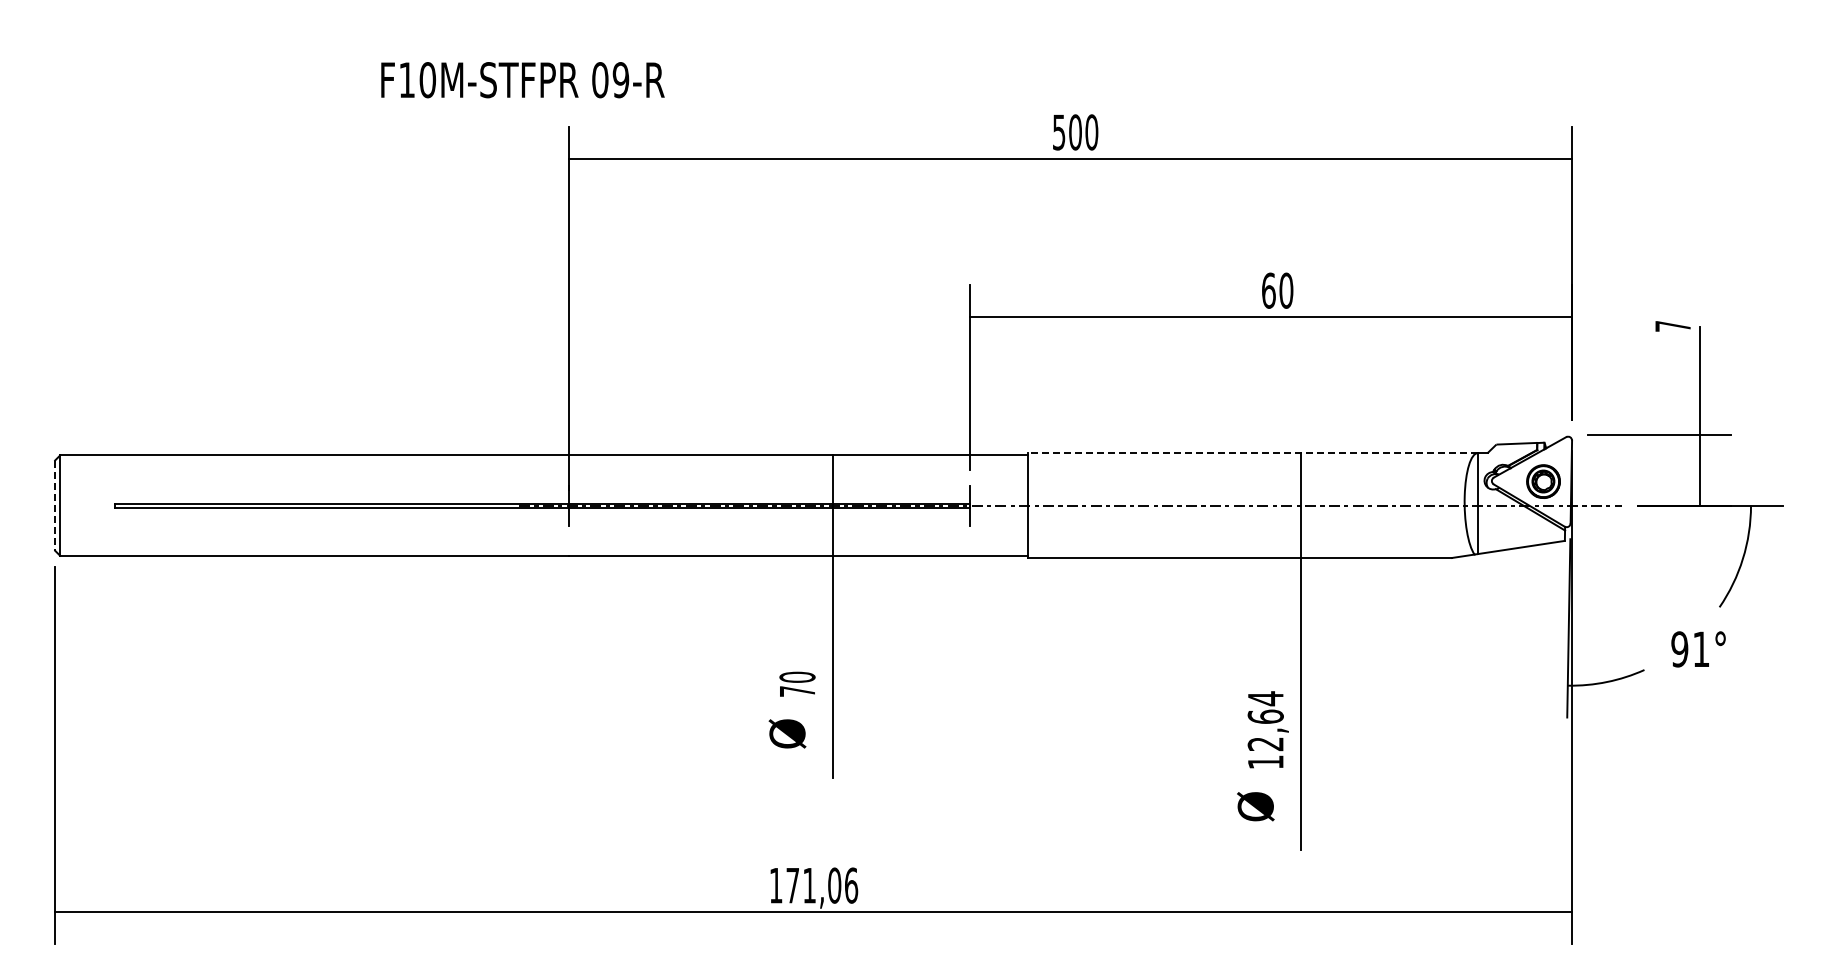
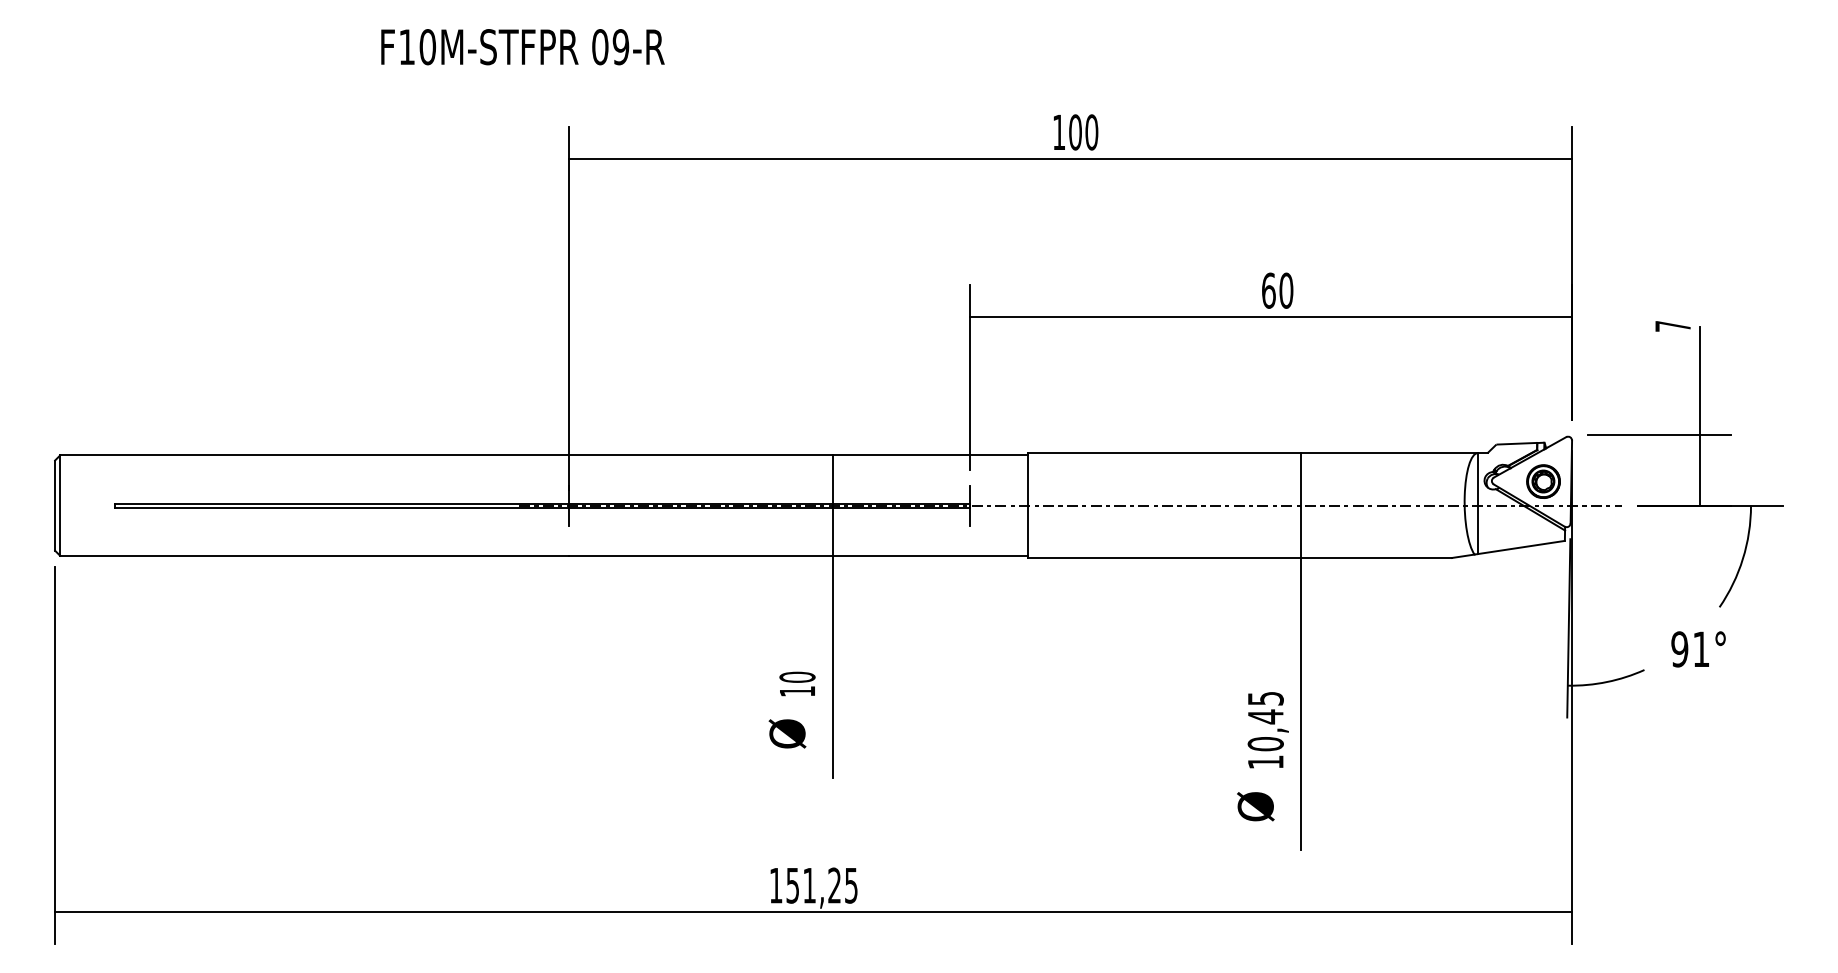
text at (522, 80) position: (522, 80) -> (522, 47)
text at (1059, 132): 500 -> 100
line at (1252, 453): dashed -> solid
line at (55, 506): dashed -> solid
text at (797, 691): 70 -> 10
text at (1265, 721): 12,64 -> 10,45
text at (822, 885): 171,06 -> 151,25
